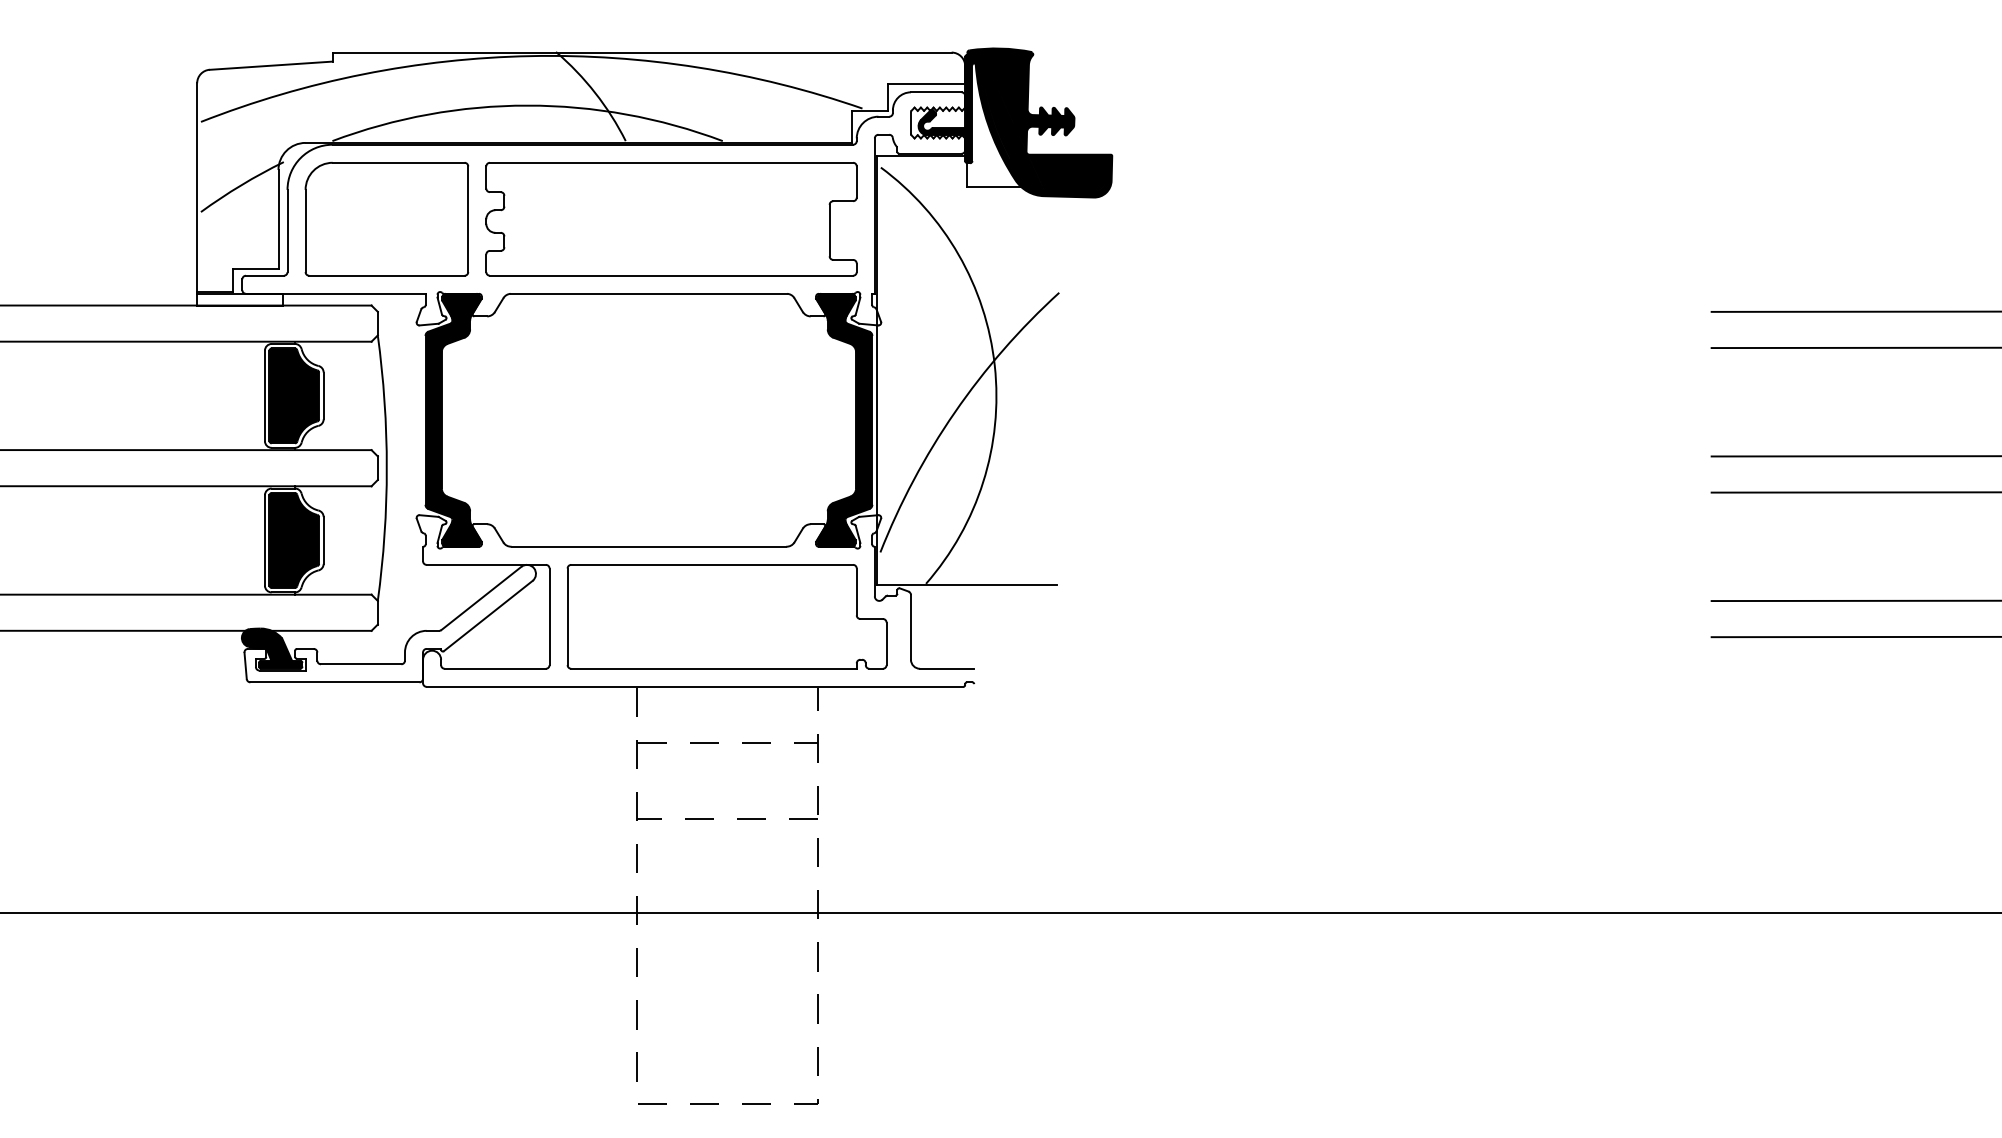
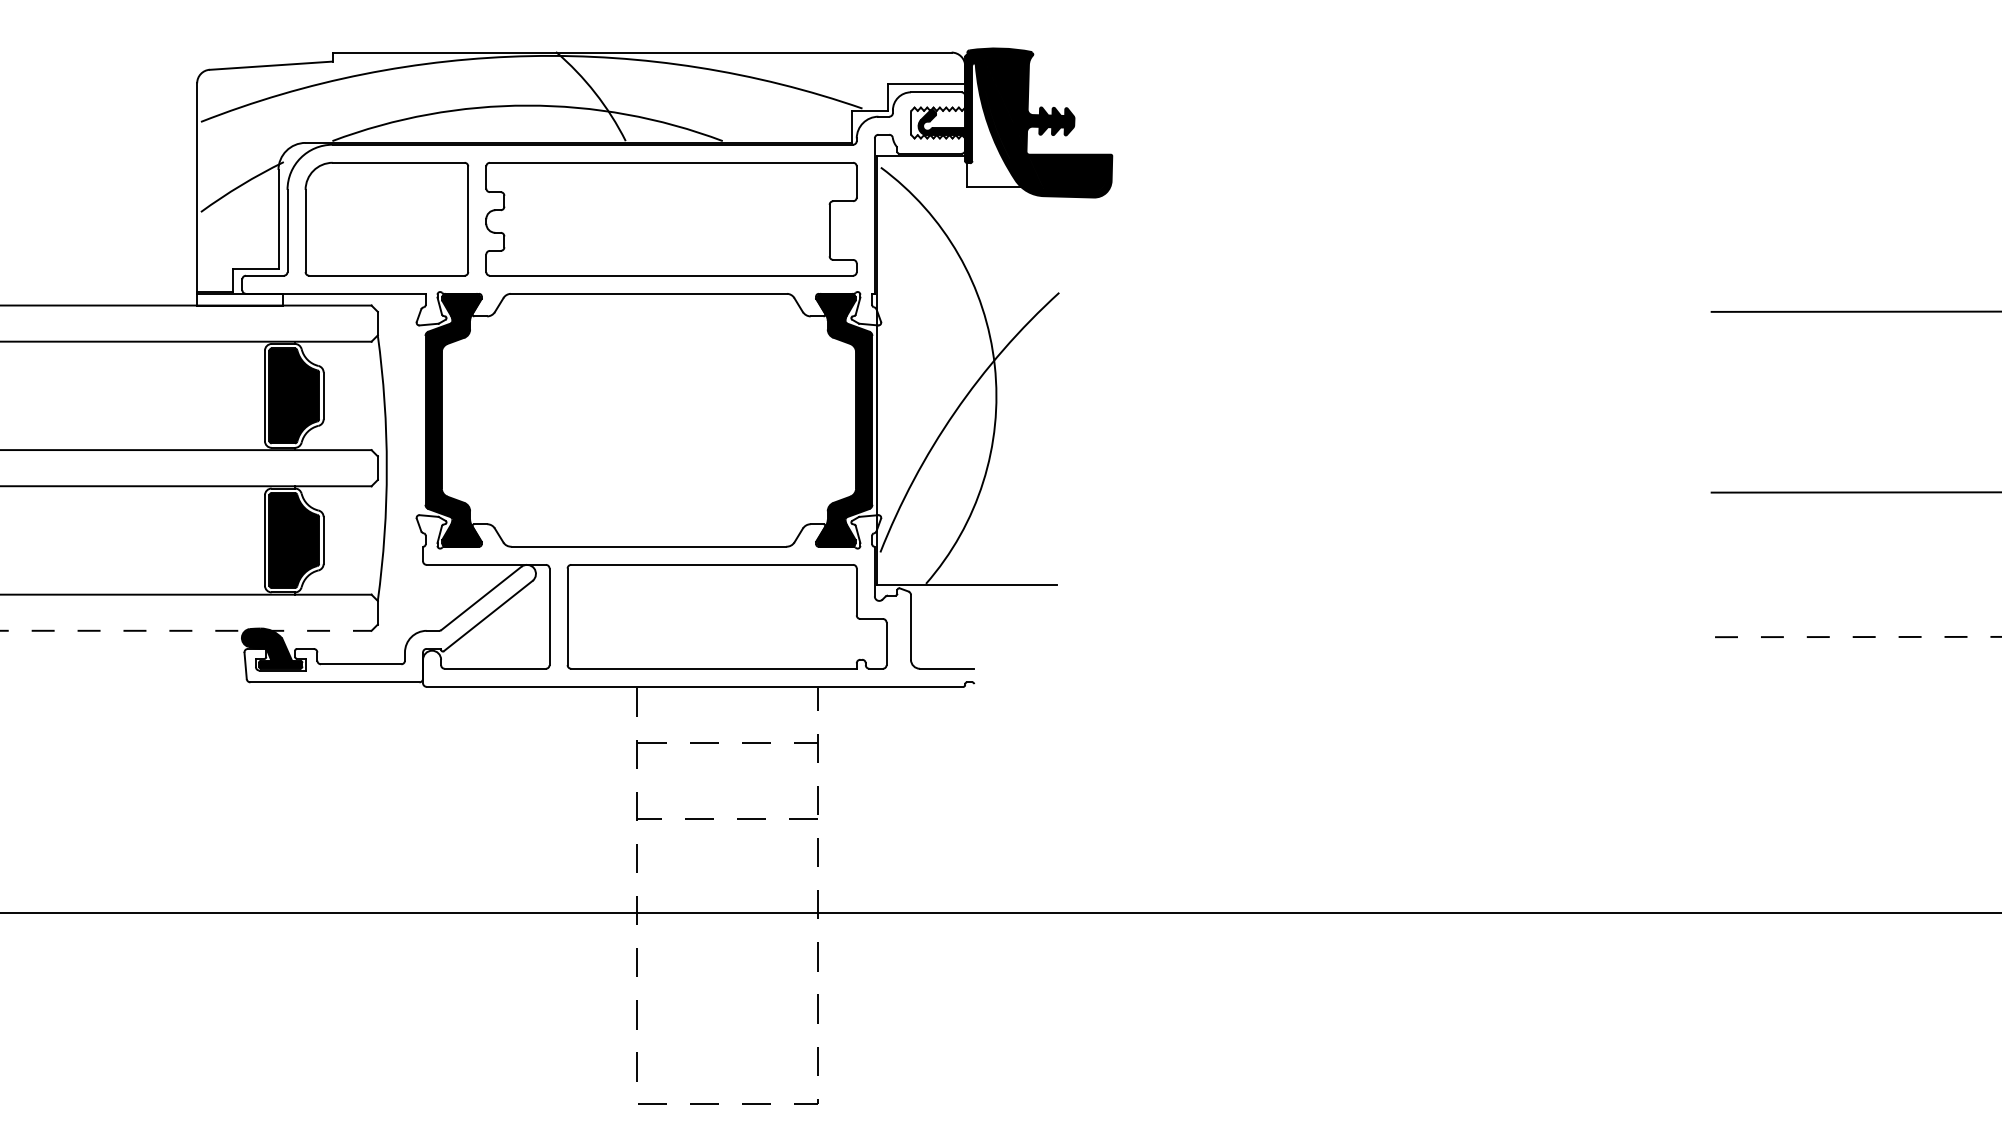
line at (1854, 347): present -> none
line at (1854, 456): present -> none
line at (1854, 600): present -> none
line at (186, 630): solid -> dashed
line at (1856, 637): solid -> dashed
